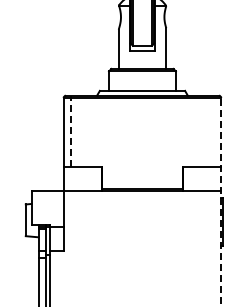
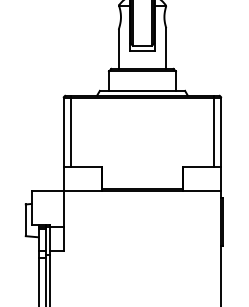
line at (70, 131): dashed -> solid
line at (214, 131): none -> present
line at (221, 201): dashed -> solid
